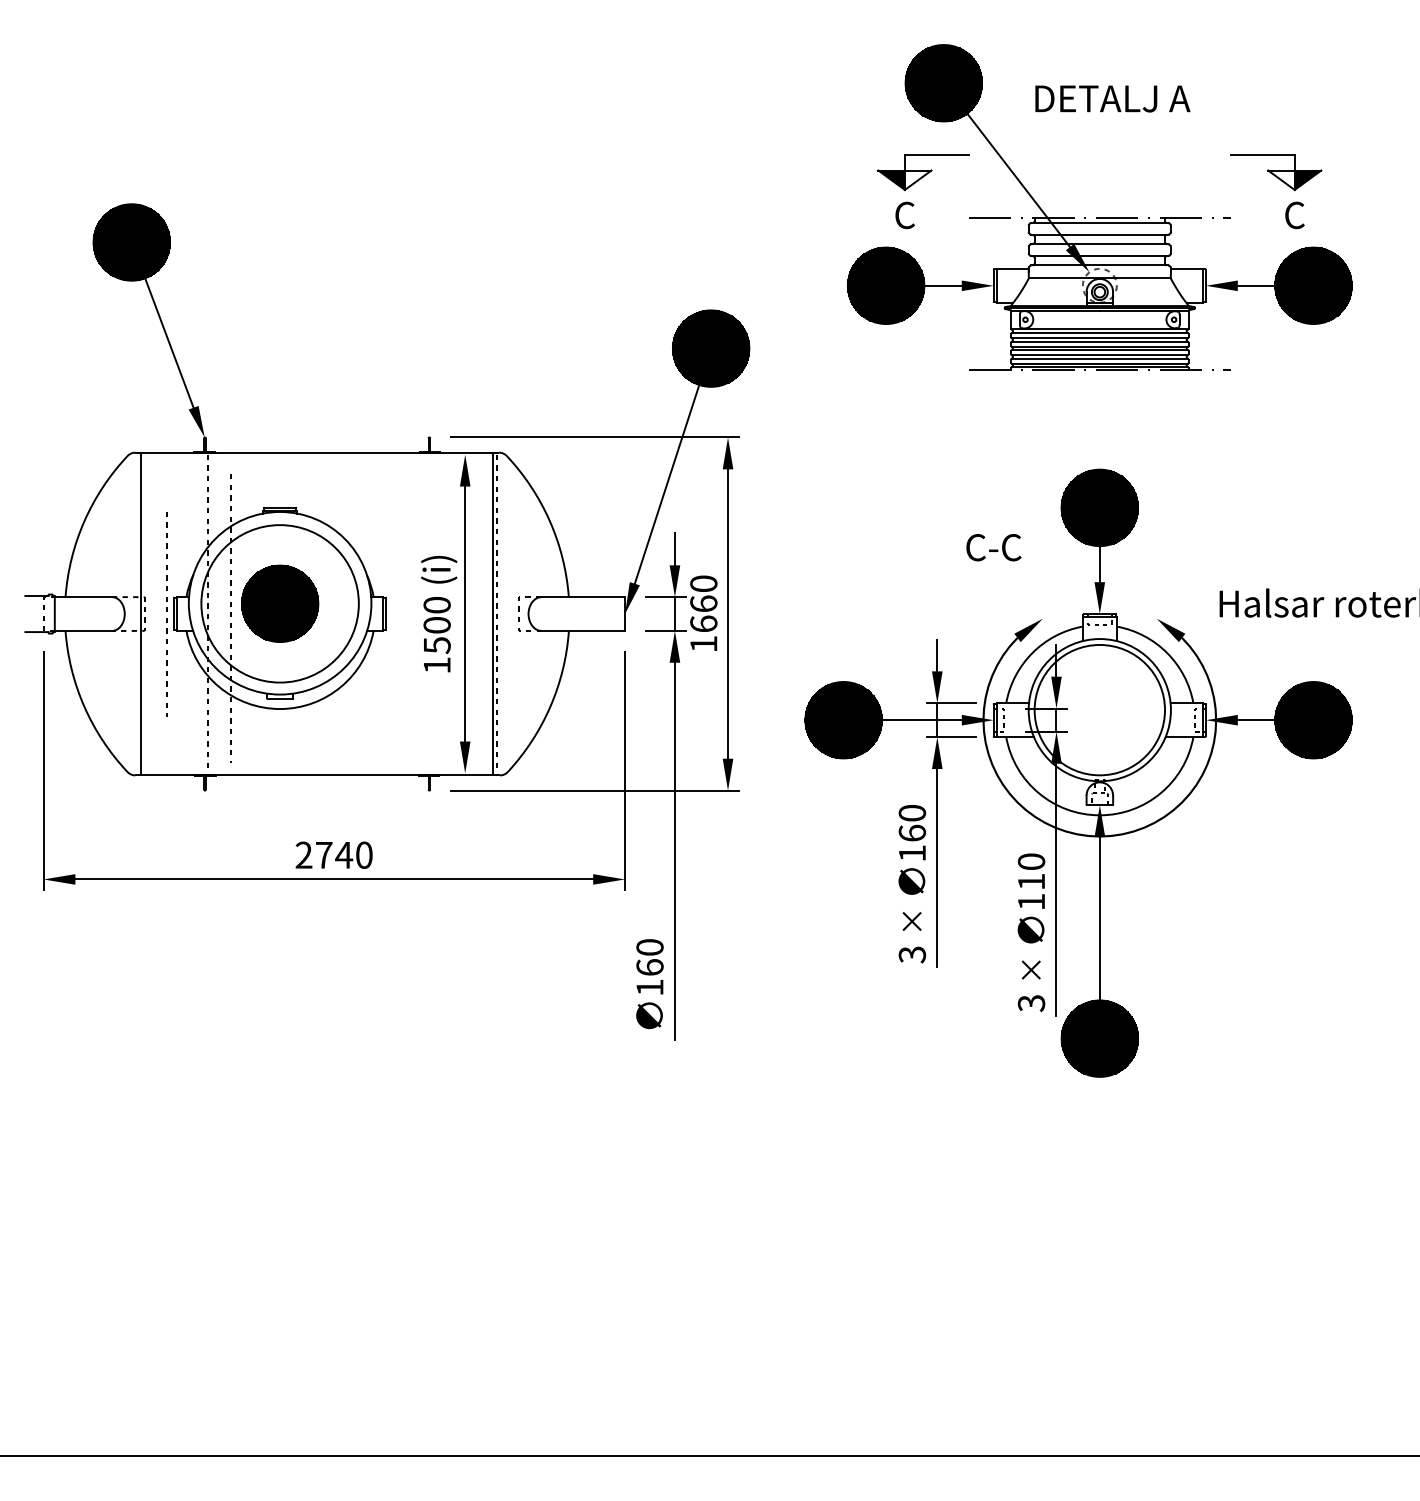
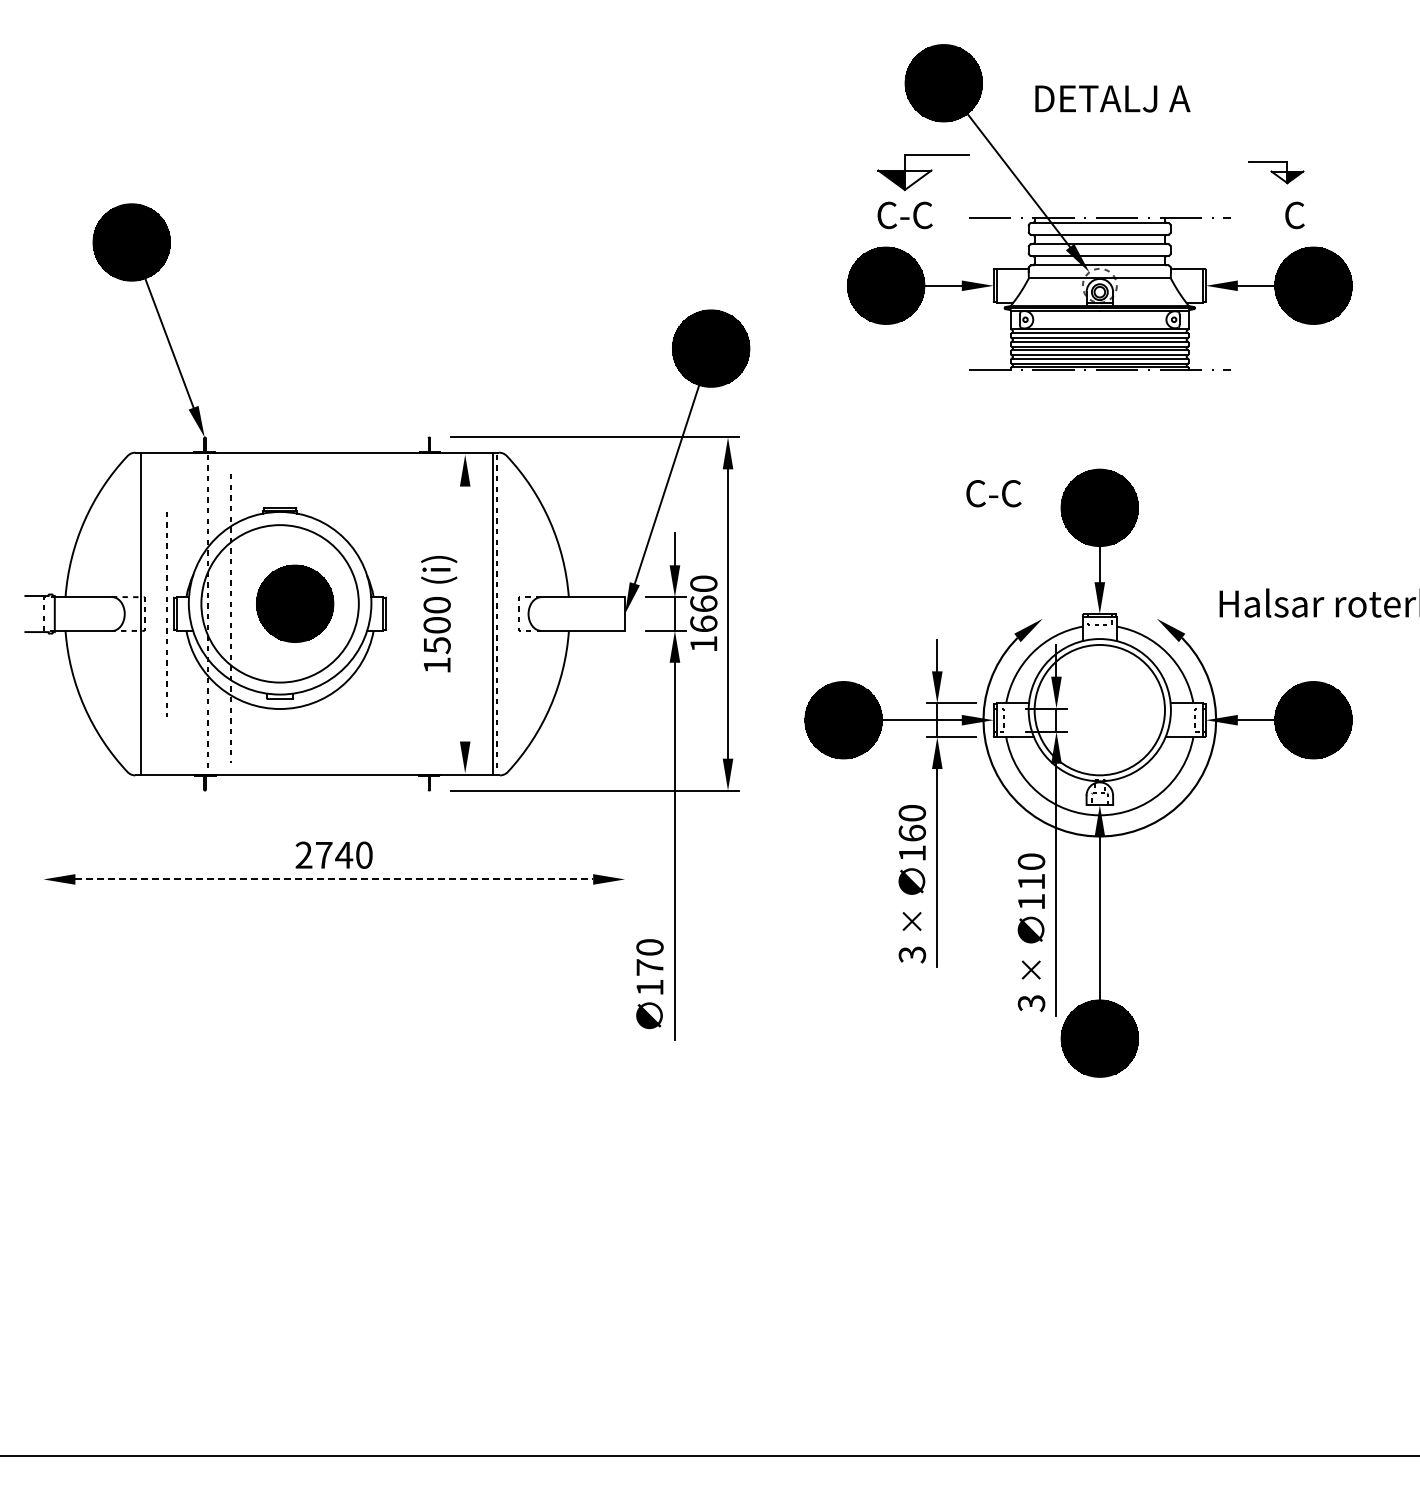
part at (1276, 172) size: 93x38 px -> 57x24 px
text at (904, 215): C -> C-C
text at (993, 547) position: (993, 547) -> (993, 493)
part at (280, 603) position: (280, 603) -> (295, 603)
line at (465, 613): present -> none
line at (43, 771): present -> none
line at (625, 771): present -> none
line at (334, 879): solid -> dashed
text at (649, 967): 160 -> 170
